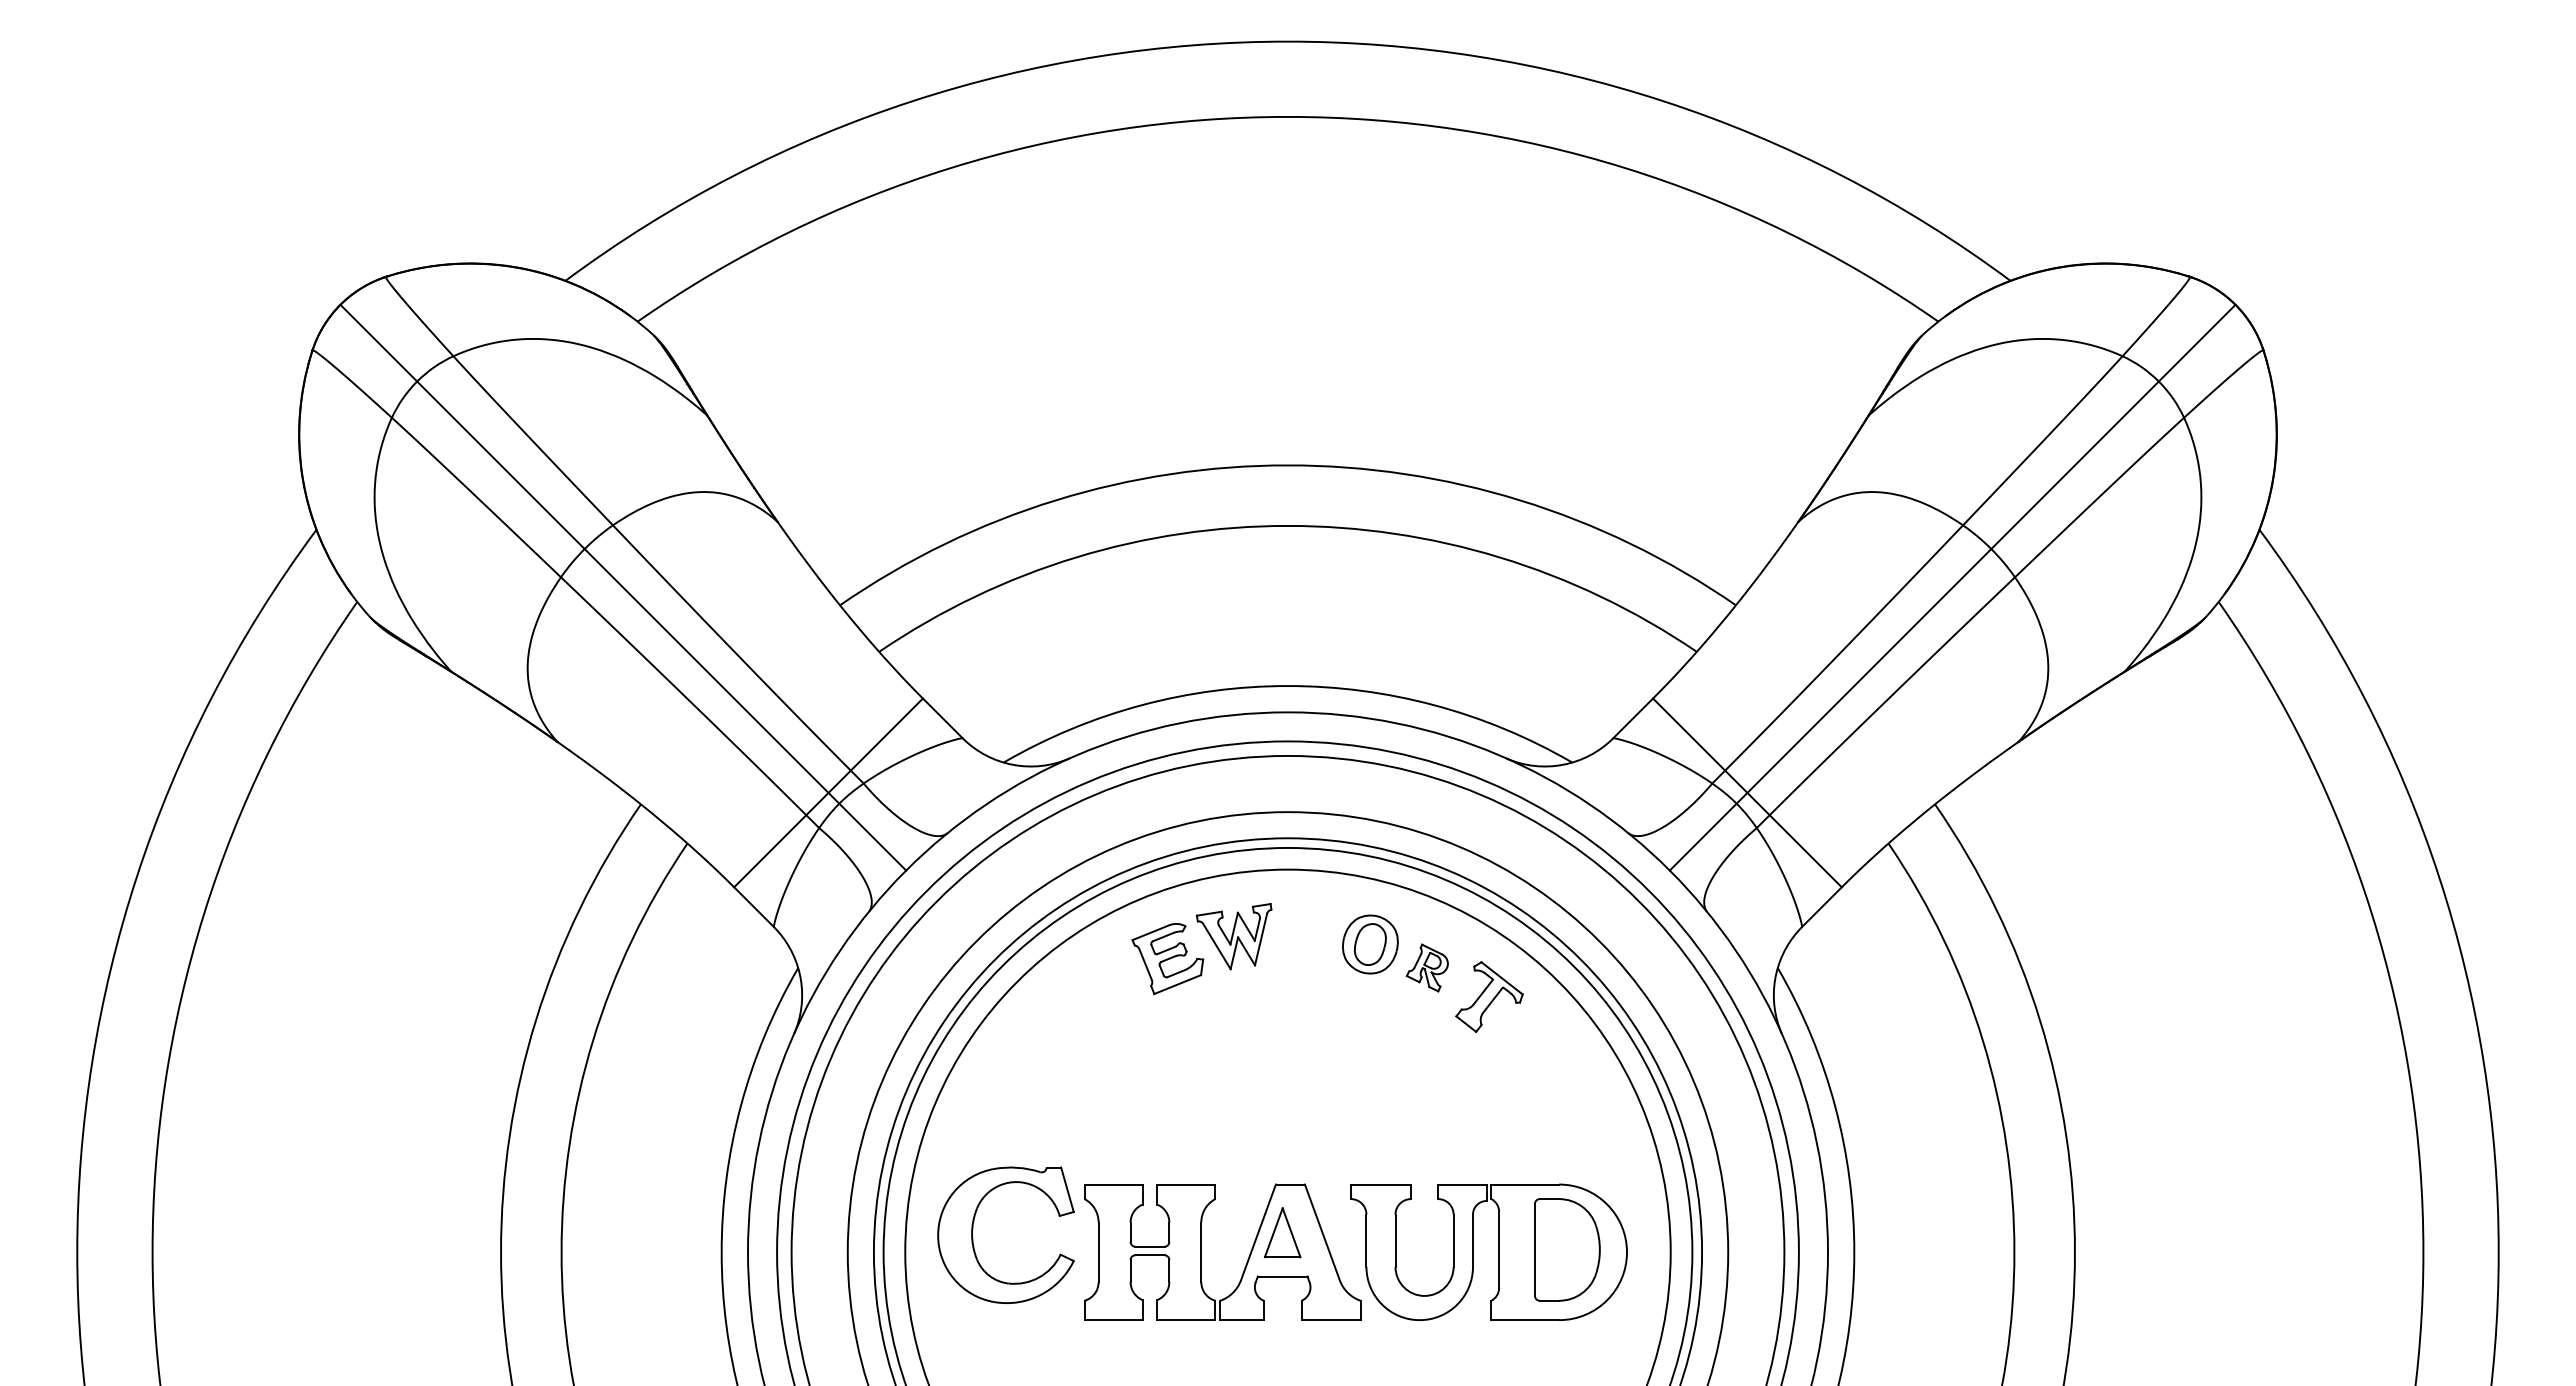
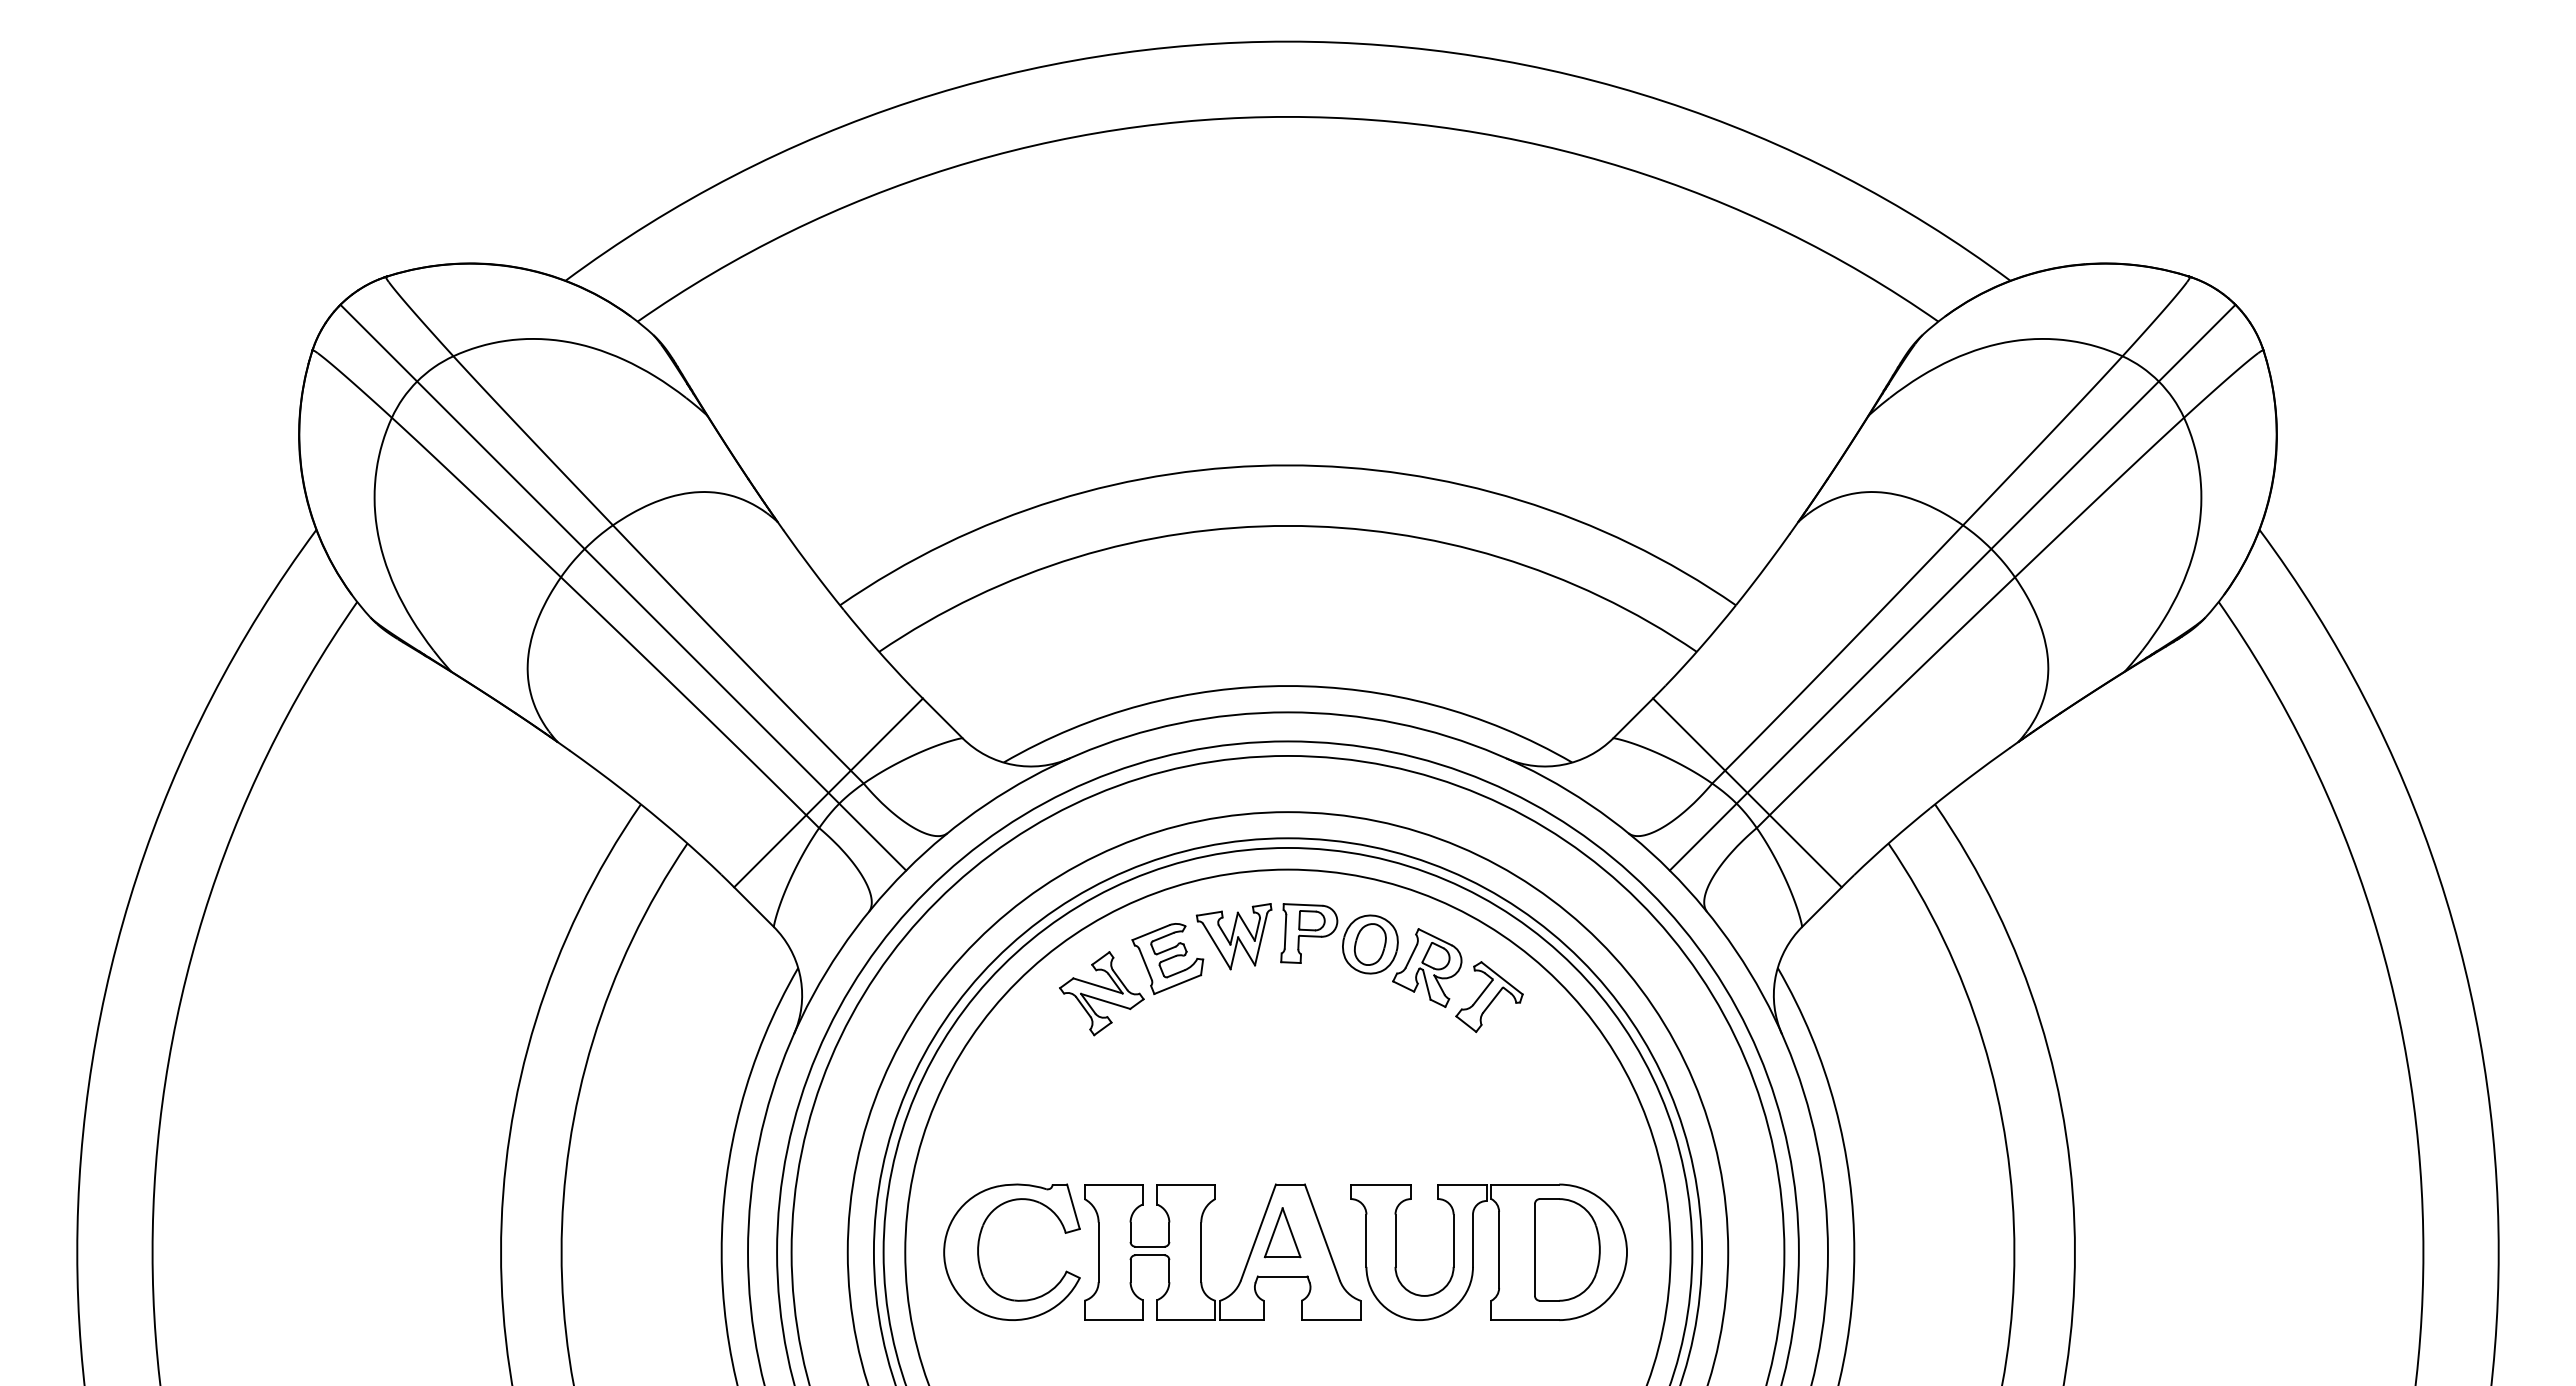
part at (1309, 933): none -> present
part at (1426, 967) size: 44x50 px -> 71x80 px
part at (1101, 993): none -> present
part at (973, 1238) position: (973, 1238) -> (979, 1255)
